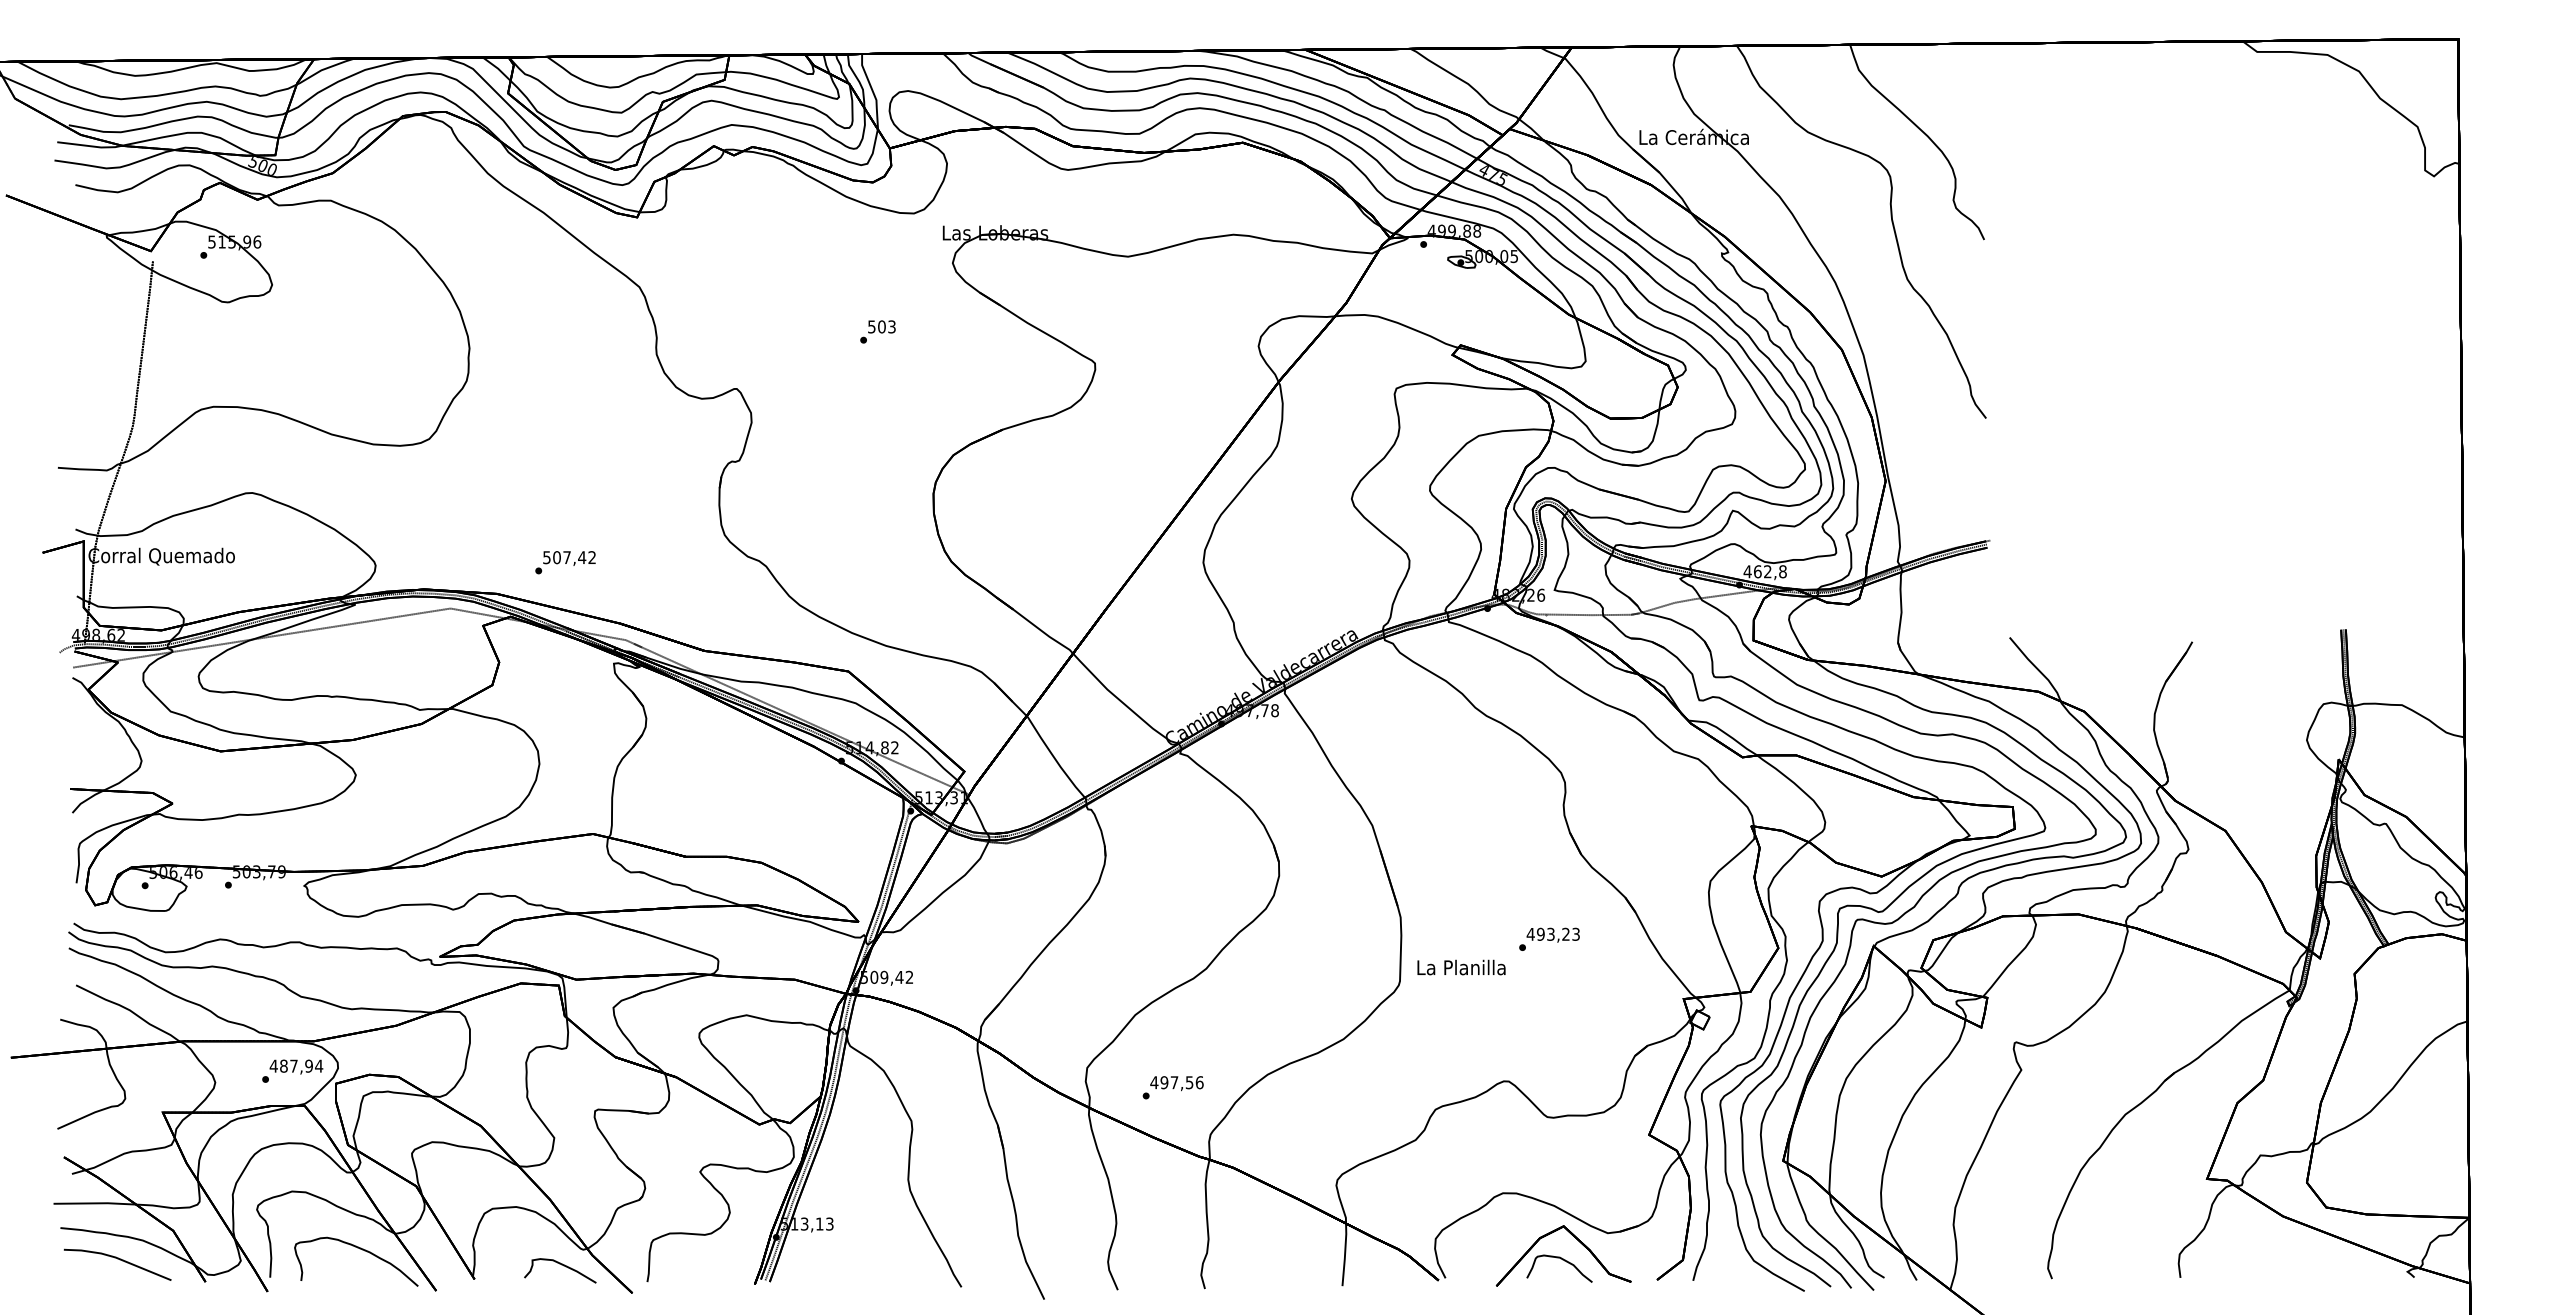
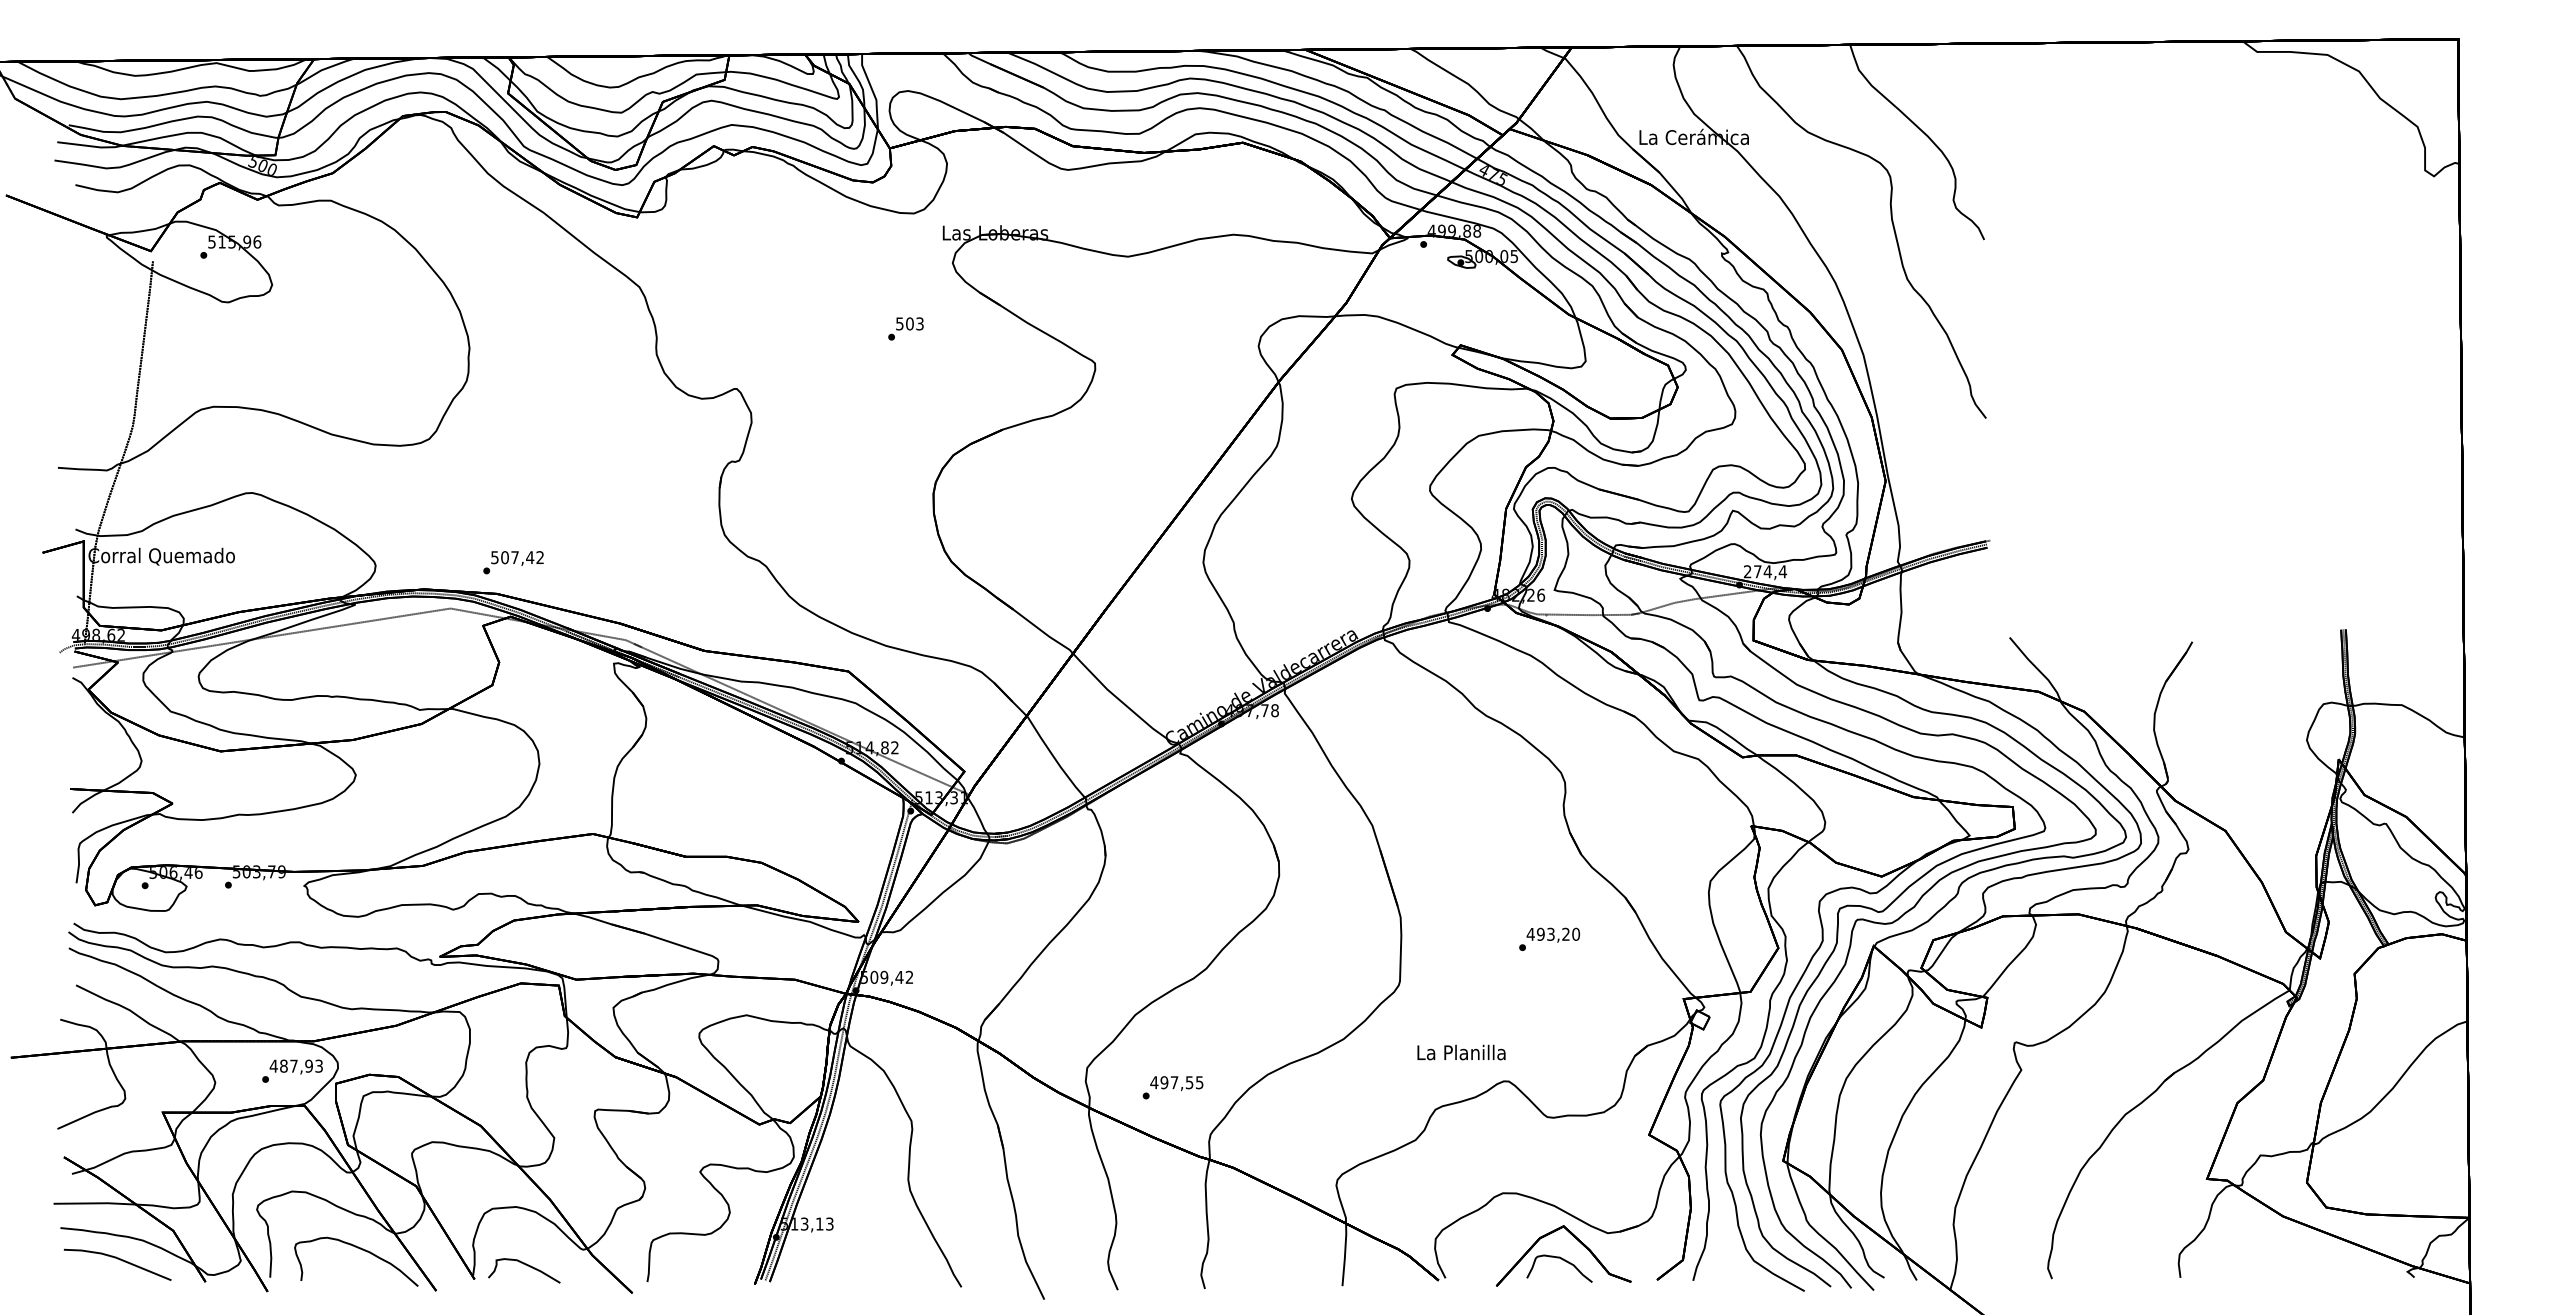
text at (877, 331) position: (877, 331) -> (905, 328)
text at (565, 562) position: (565, 562) -> (513, 562)
text at (1765, 571): 462,8 -> 274,4
text at (1576, 933): 493,23 -> 493,20
text at (1461, 967) position: (1461, 967) -> (1461, 1052)
text at (319, 1065): 487,94 -> 487,93
text at (1199, 1082): 497,56 -> 497,55
curve at (563, 1266) position: (563, 1266) -> (527, 1266)
